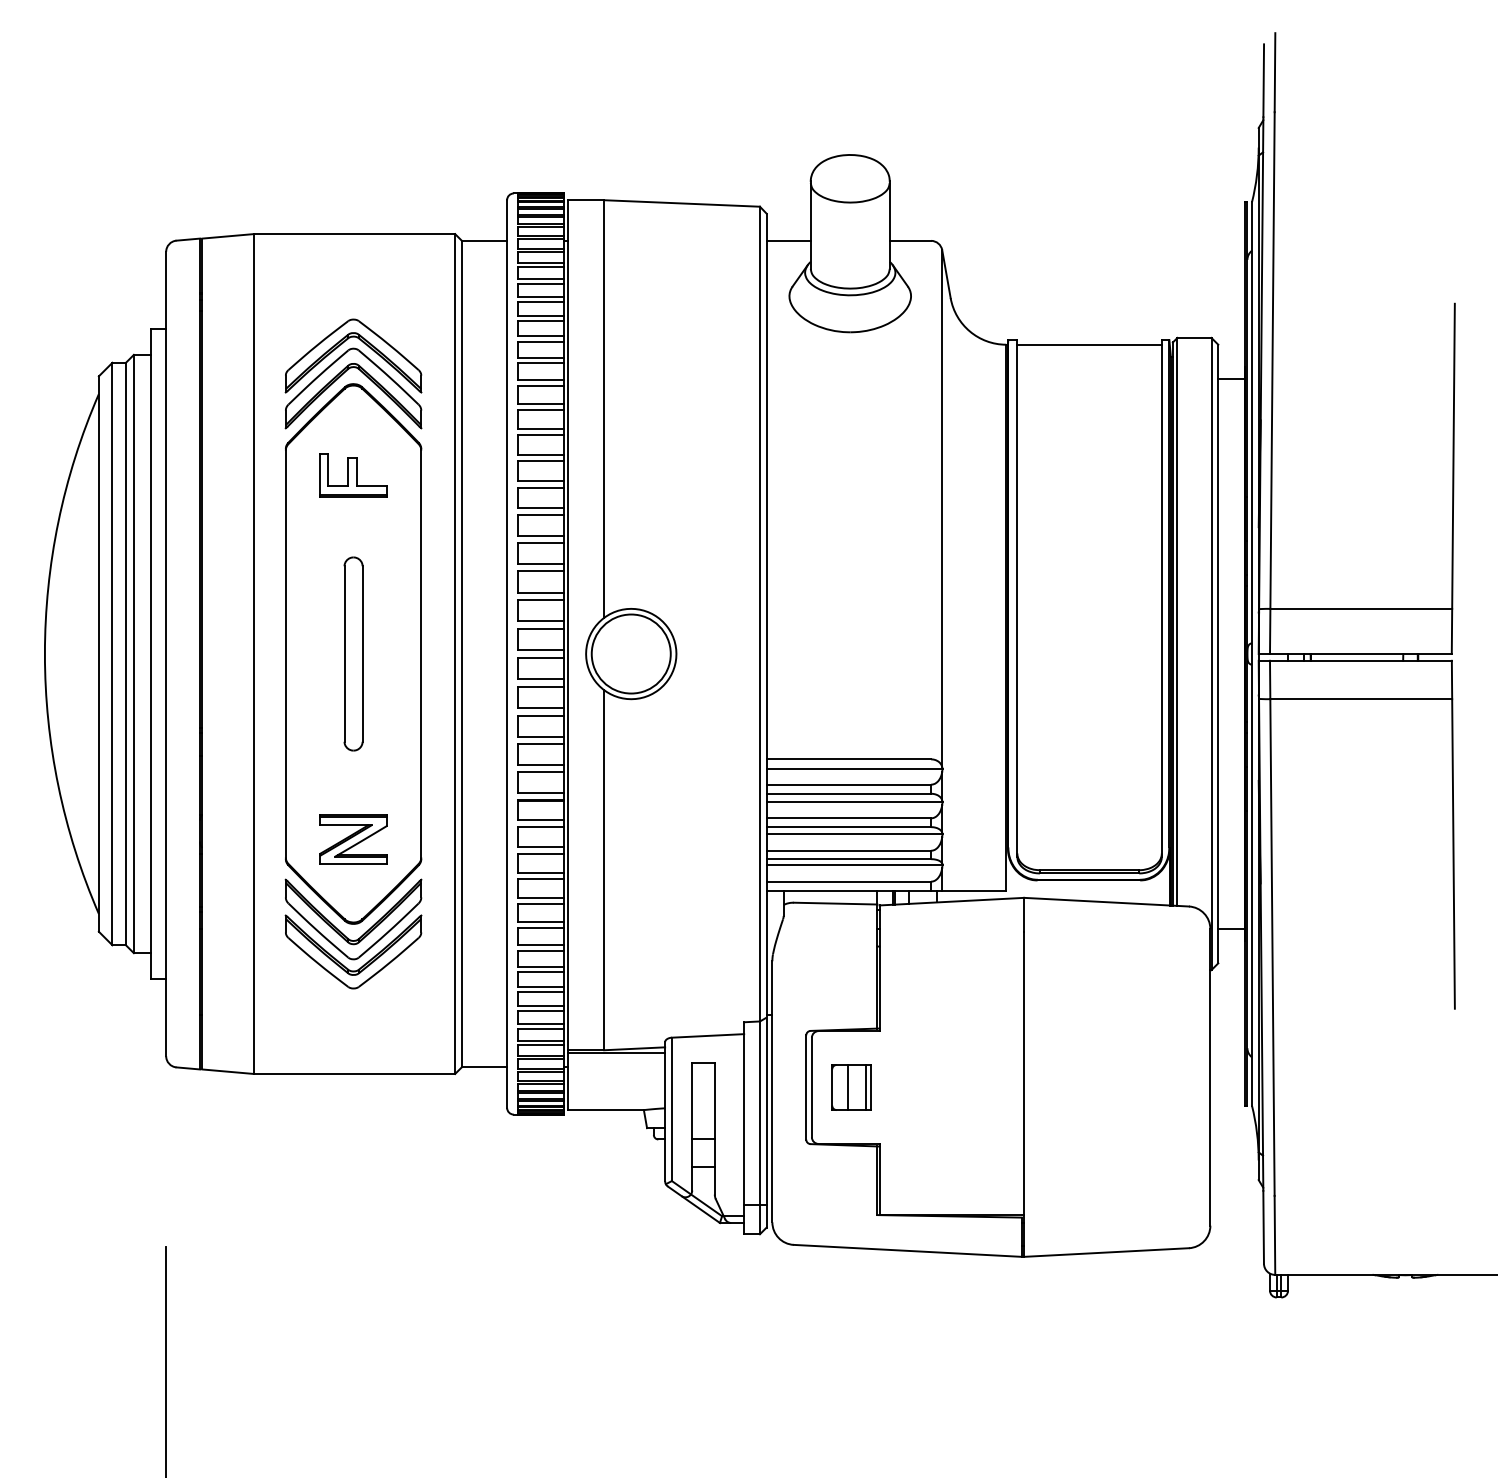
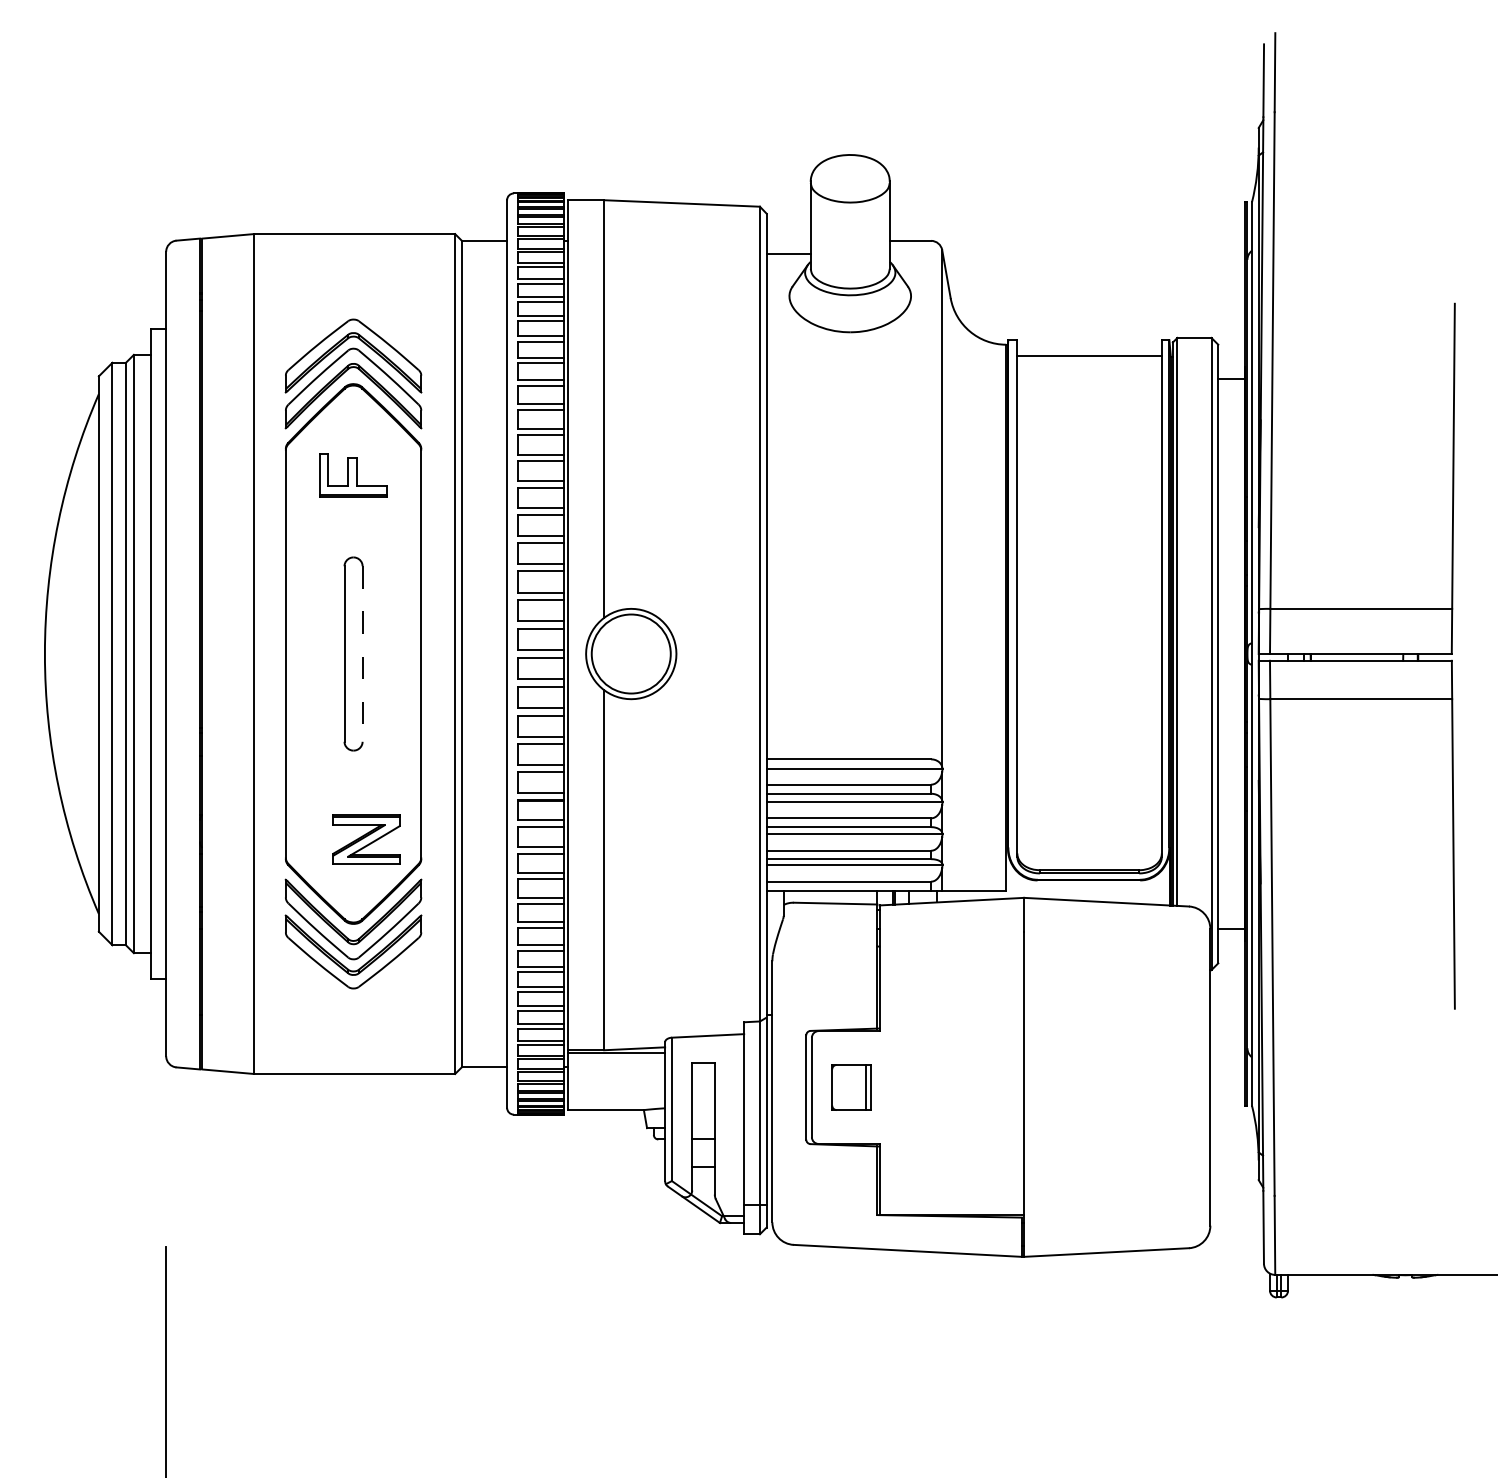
line at (788, 240) position: (788, 240) -> (788, 253)
line at (1089, 344) position: (1089, 344) -> (1089, 355)
line at (362, 654): solid -> dashed
part at (353, 839) position: (353, 839) -> (366, 839)
line at (848, 1087): present -> none
